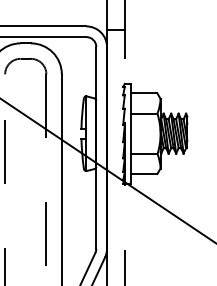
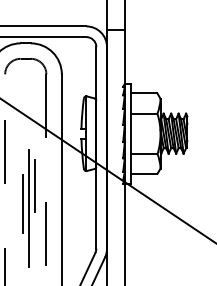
line at (124, 142): dashed -> solid
line at (35, 186): none -> present
line at (22, 203): none -> present
line at (28, 207): none -> present
